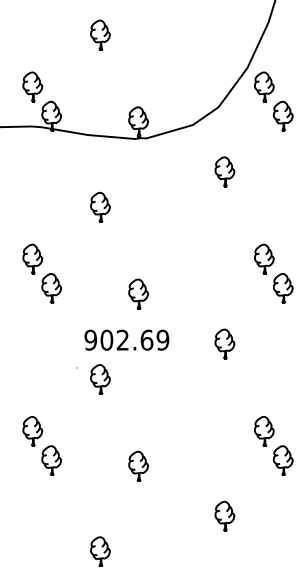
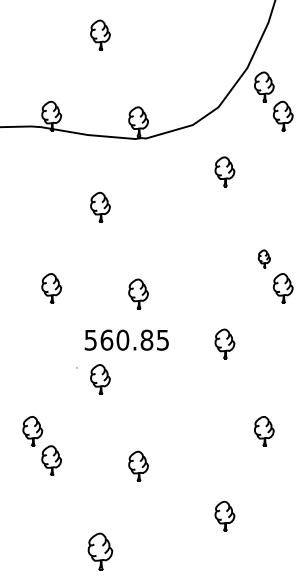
part at (32, 86): present -> none
part at (32, 258): present -> none
part at (264, 258) size: 21x32 px -> 14x20 px
text at (126, 339): 902.69 -> 560.85
part at (283, 460): present -> none
part at (100, 551) size: 21x31 px -> 27x39 px
